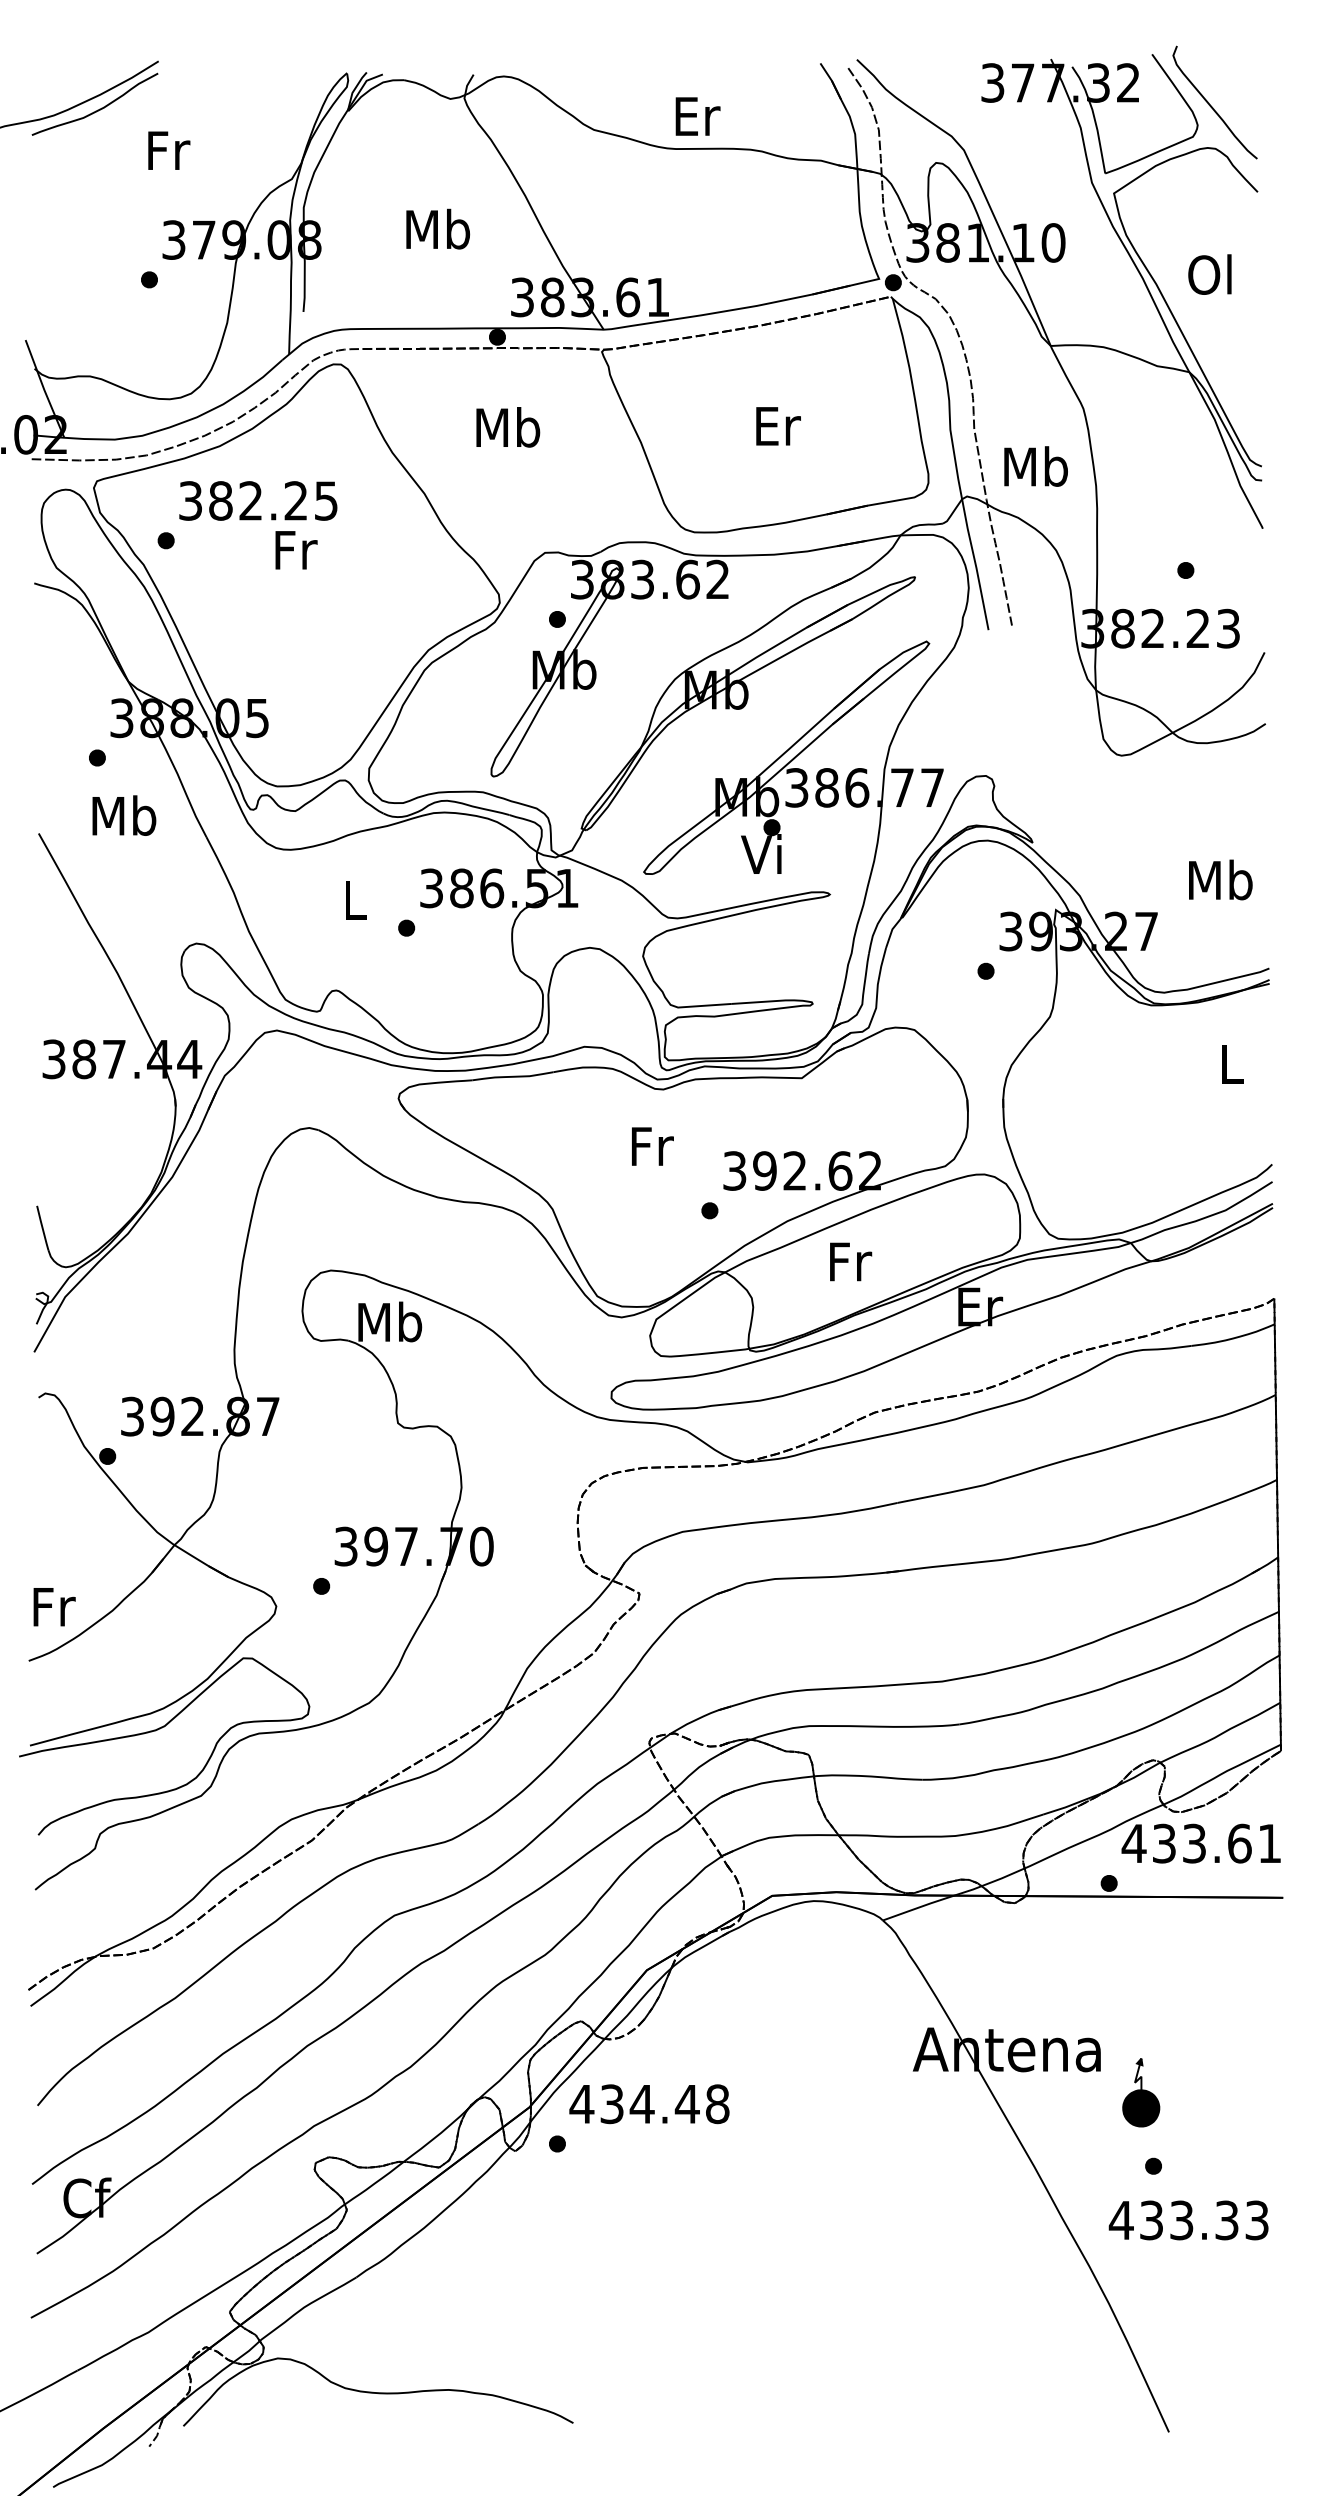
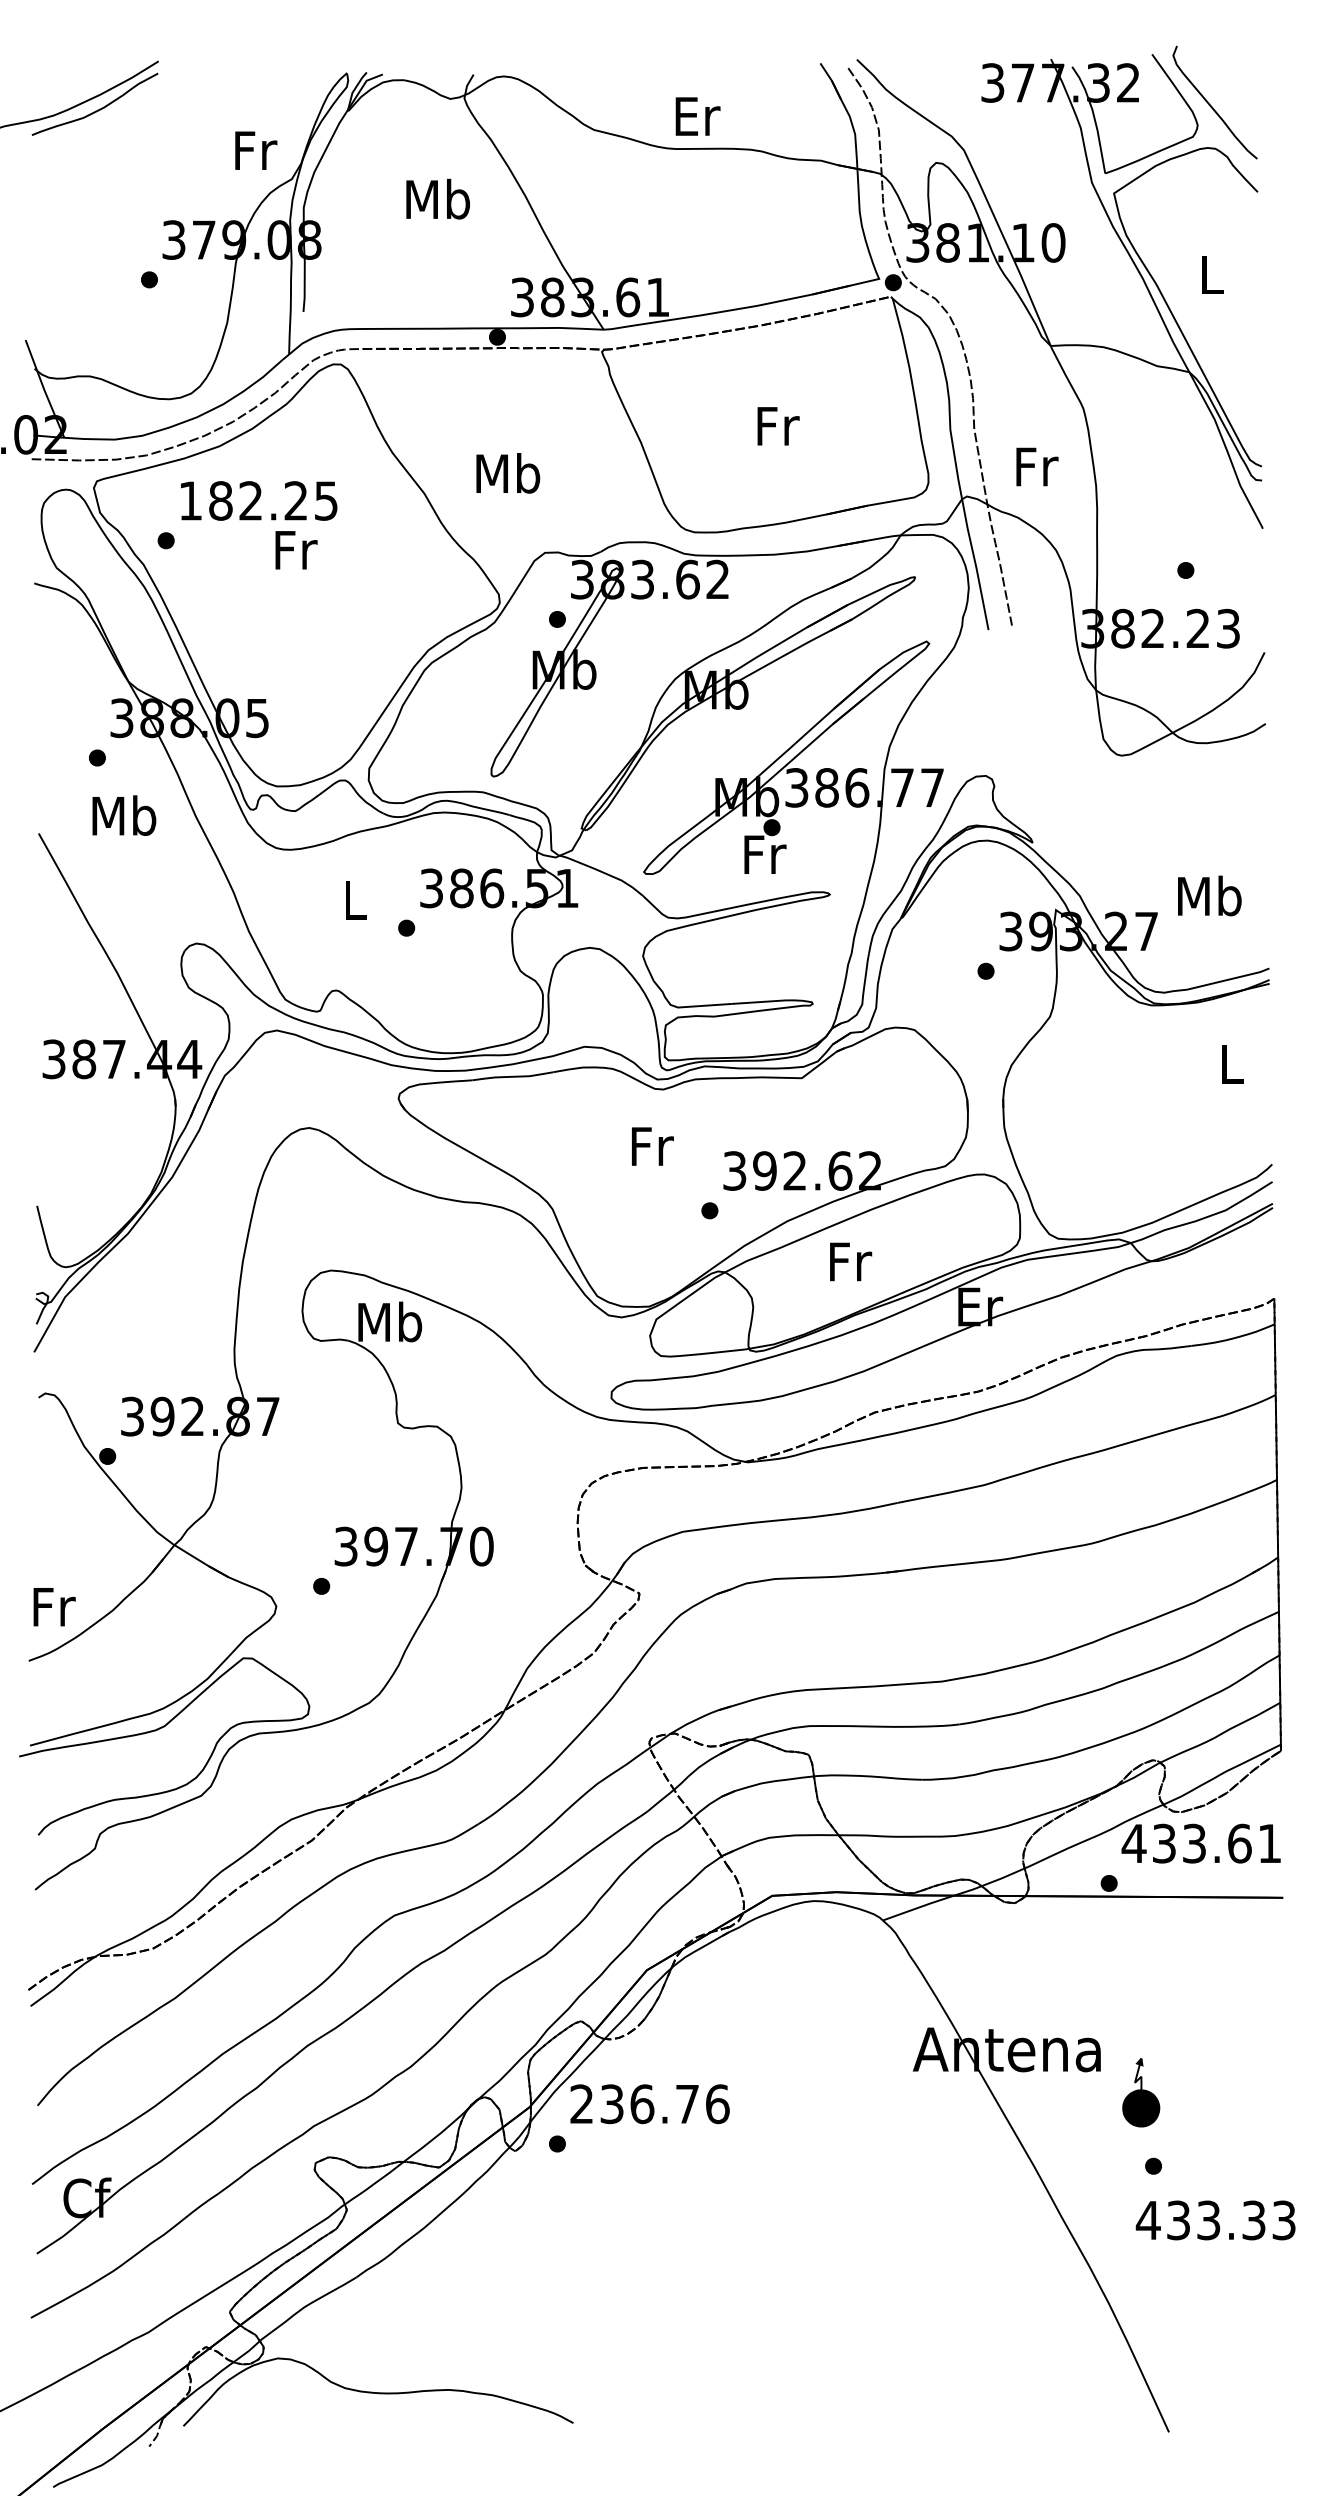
text at (169, 150) position: (169, 150) -> (256, 150)
text at (438, 228) position: (438, 228) -> (438, 198)
text at (1209, 274): Ol -> L
text at (778, 426): Er -> Fr
text at (508, 427) position: (508, 427) -> (508, 473)
text at (1035, 466): Mb -> Fr
text at (190, 500): 382.25 -> 182.25
text at (763, 853): Vi -> Fr
text at (1220, 879) position: (1220, 879) -> (1209, 895)
text at (649, 2104): 434.48 -> 236.76
text at (1188, 2220) position: (1188, 2220) -> (1215, 2220)
